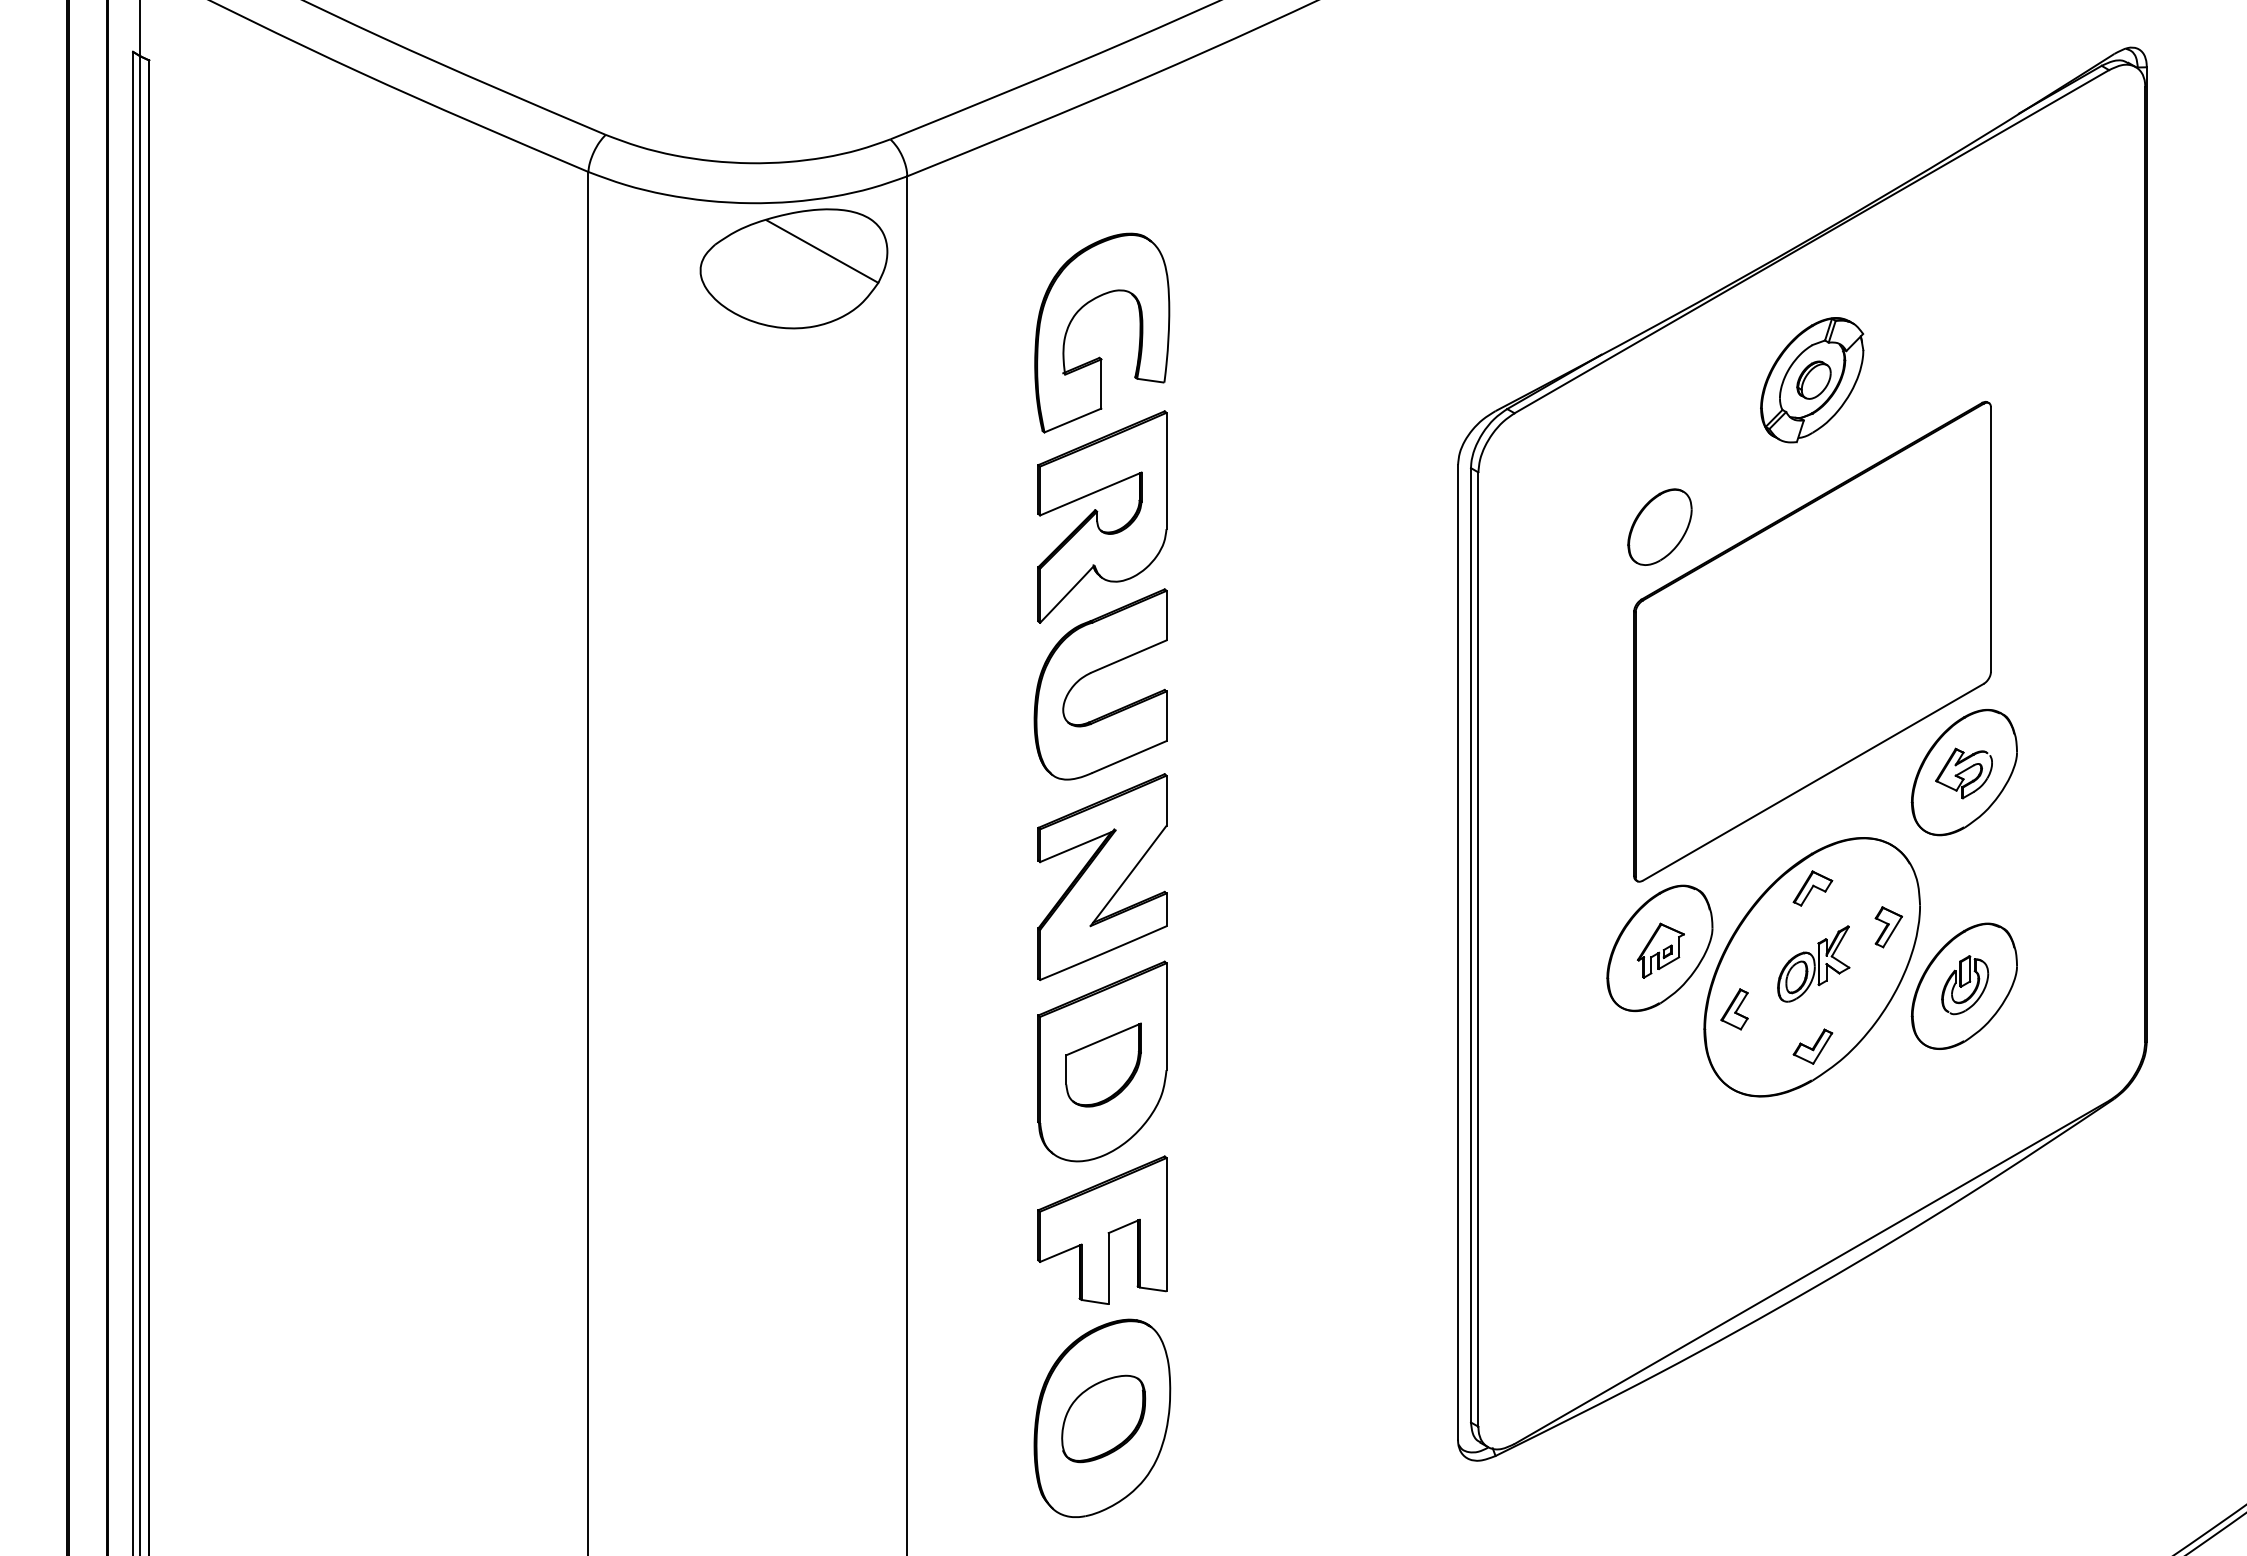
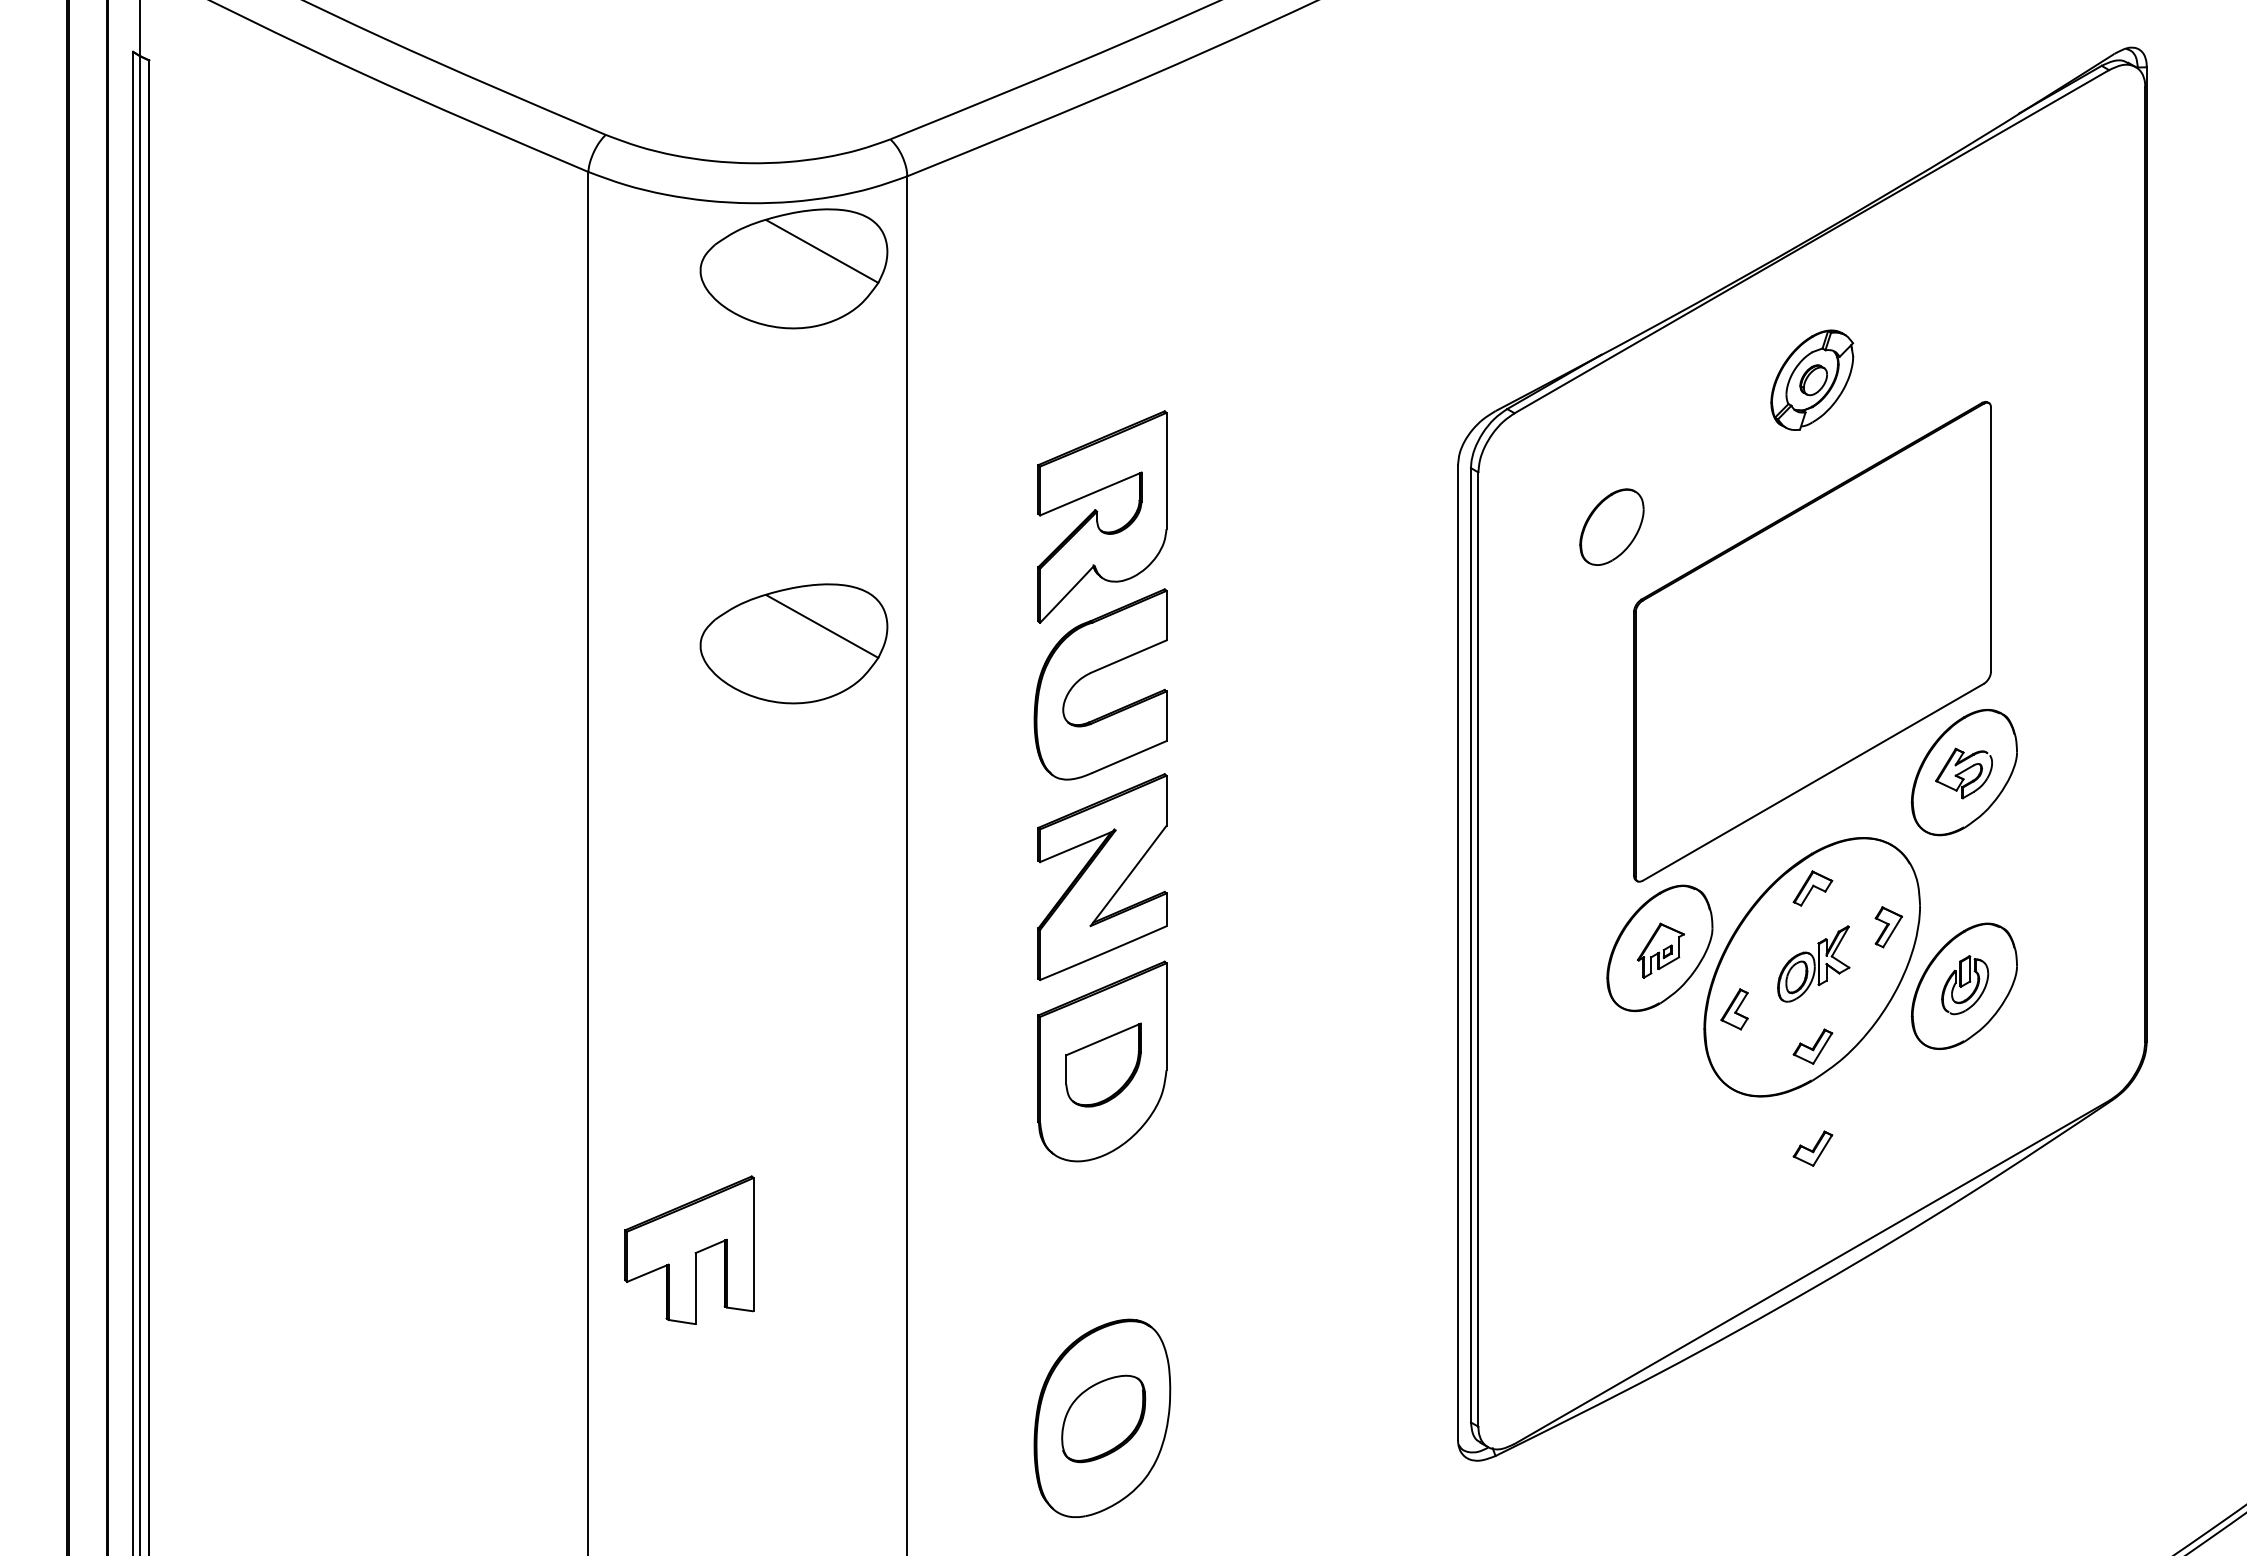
part at (1099, 356): present -> none
part at (1812, 380) size: 105x127 px -> 85x102 px
part at (1659, 526) position: (1659, 526) -> (1611, 526)
part at (793, 643): none -> present
part at (1812, 1148): none -> present
part at (1102, 1229) position: (1102, 1229) -> (689, 1249)
